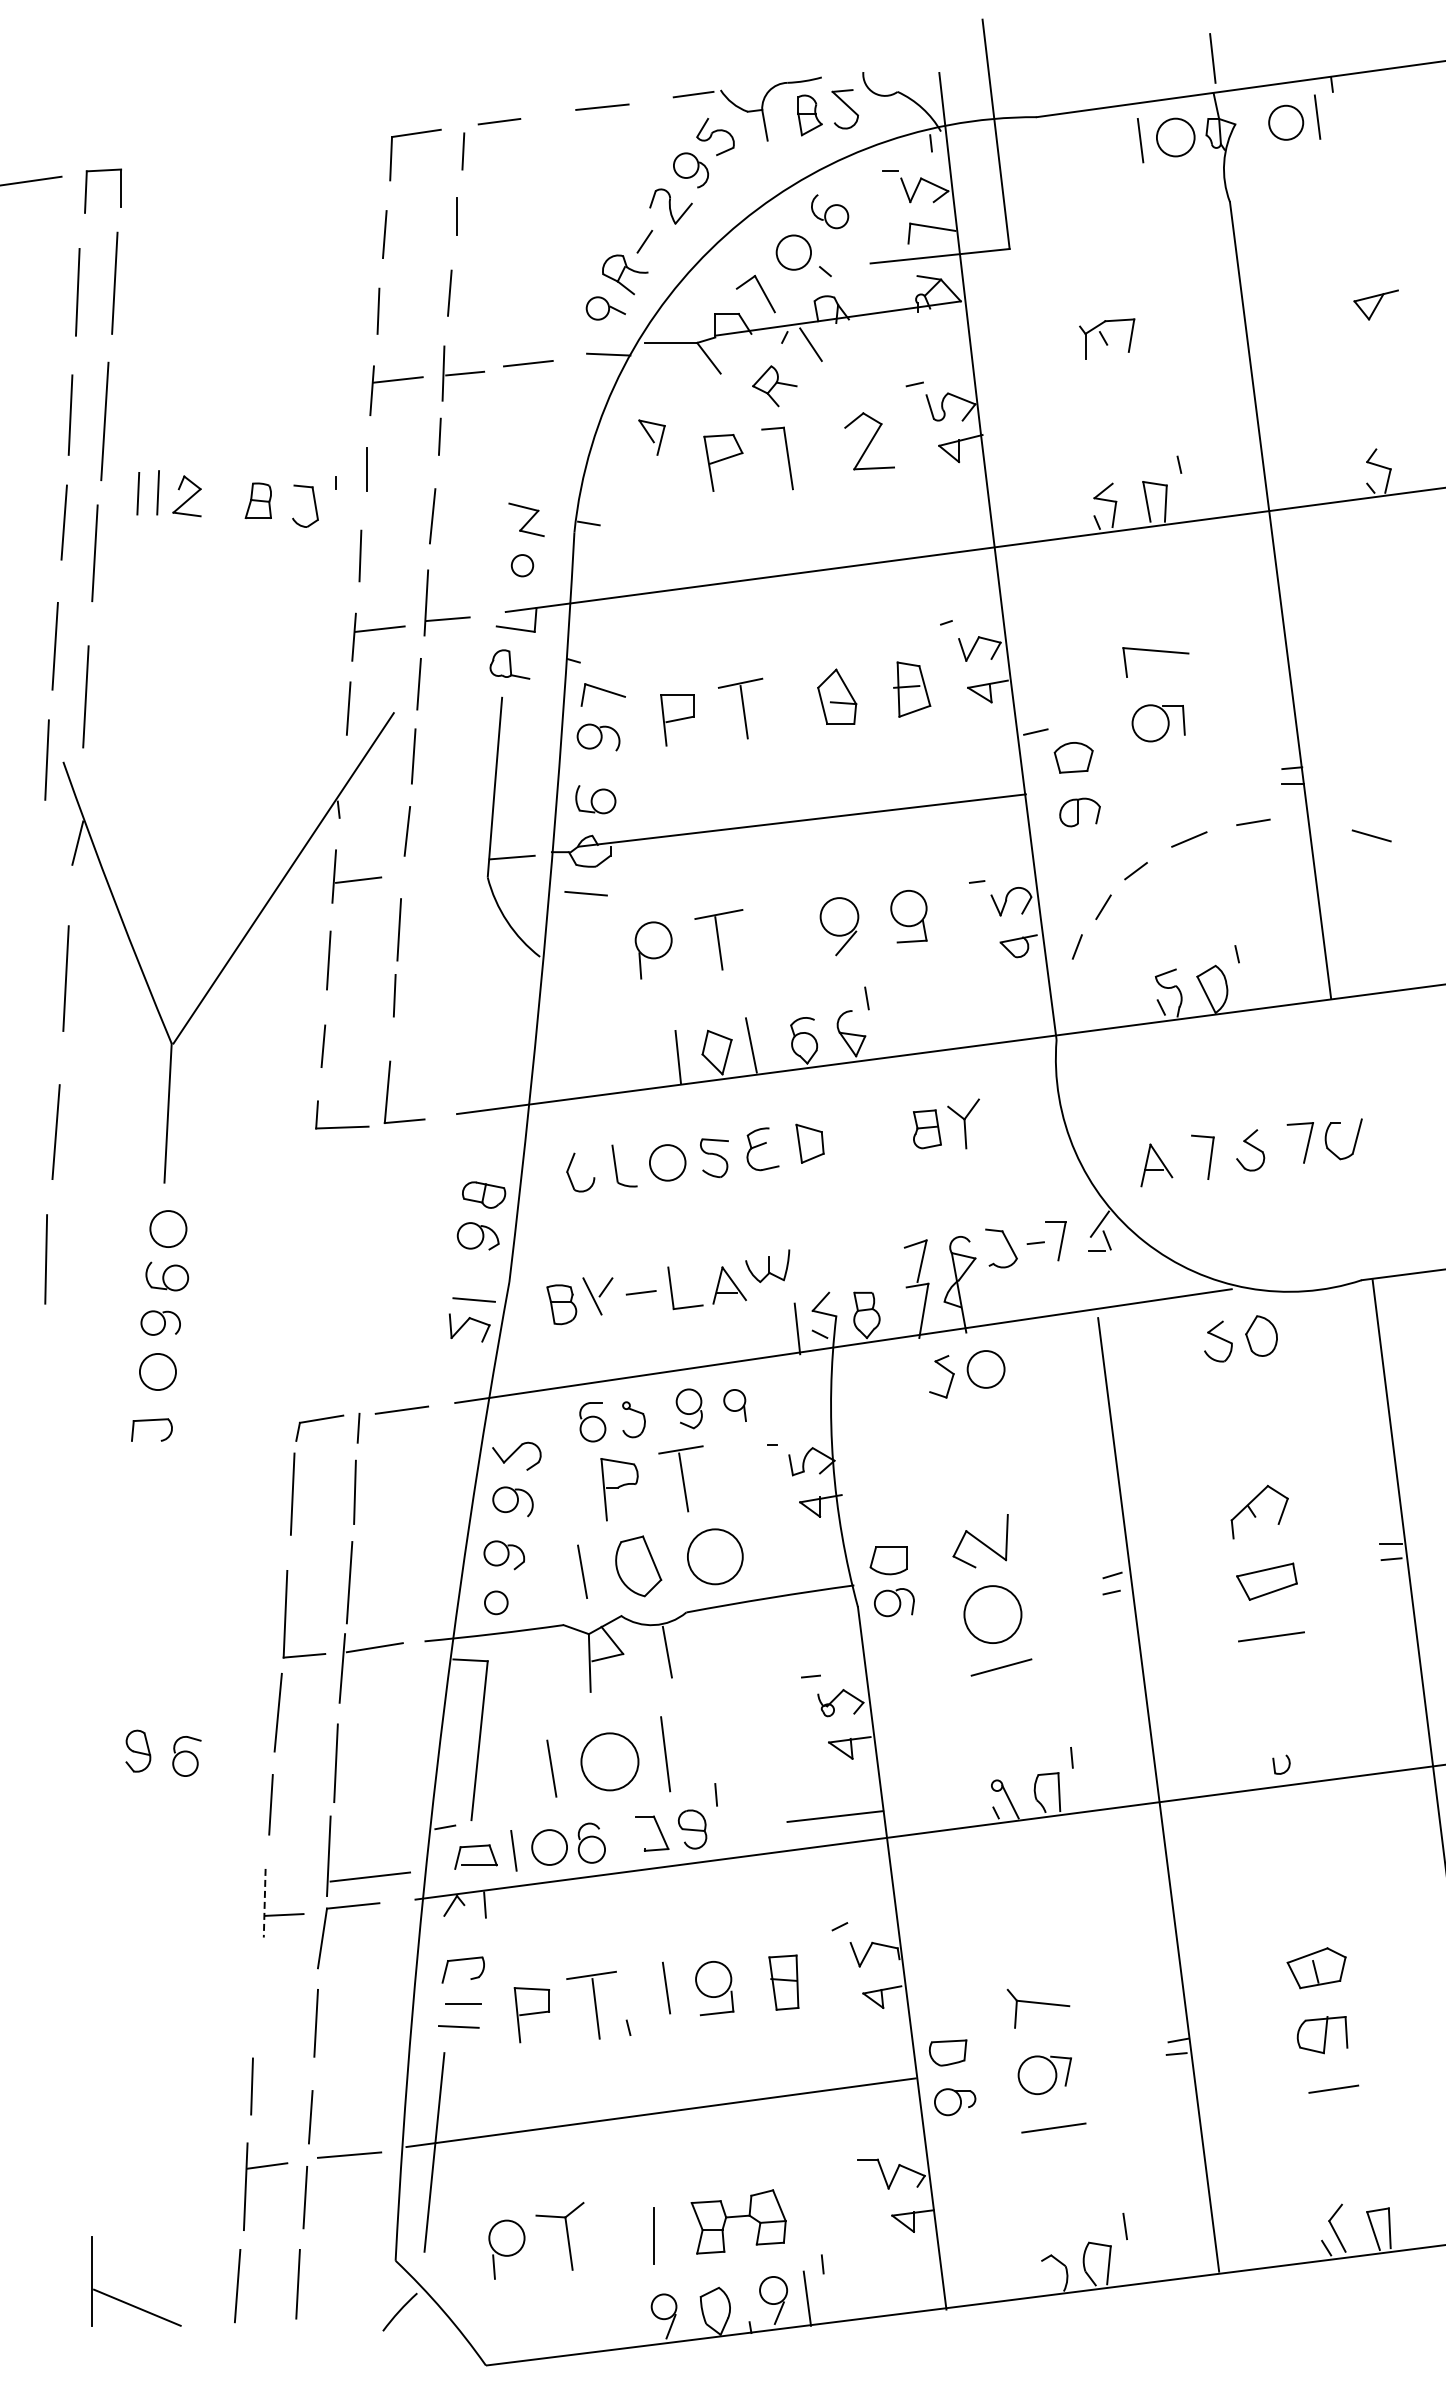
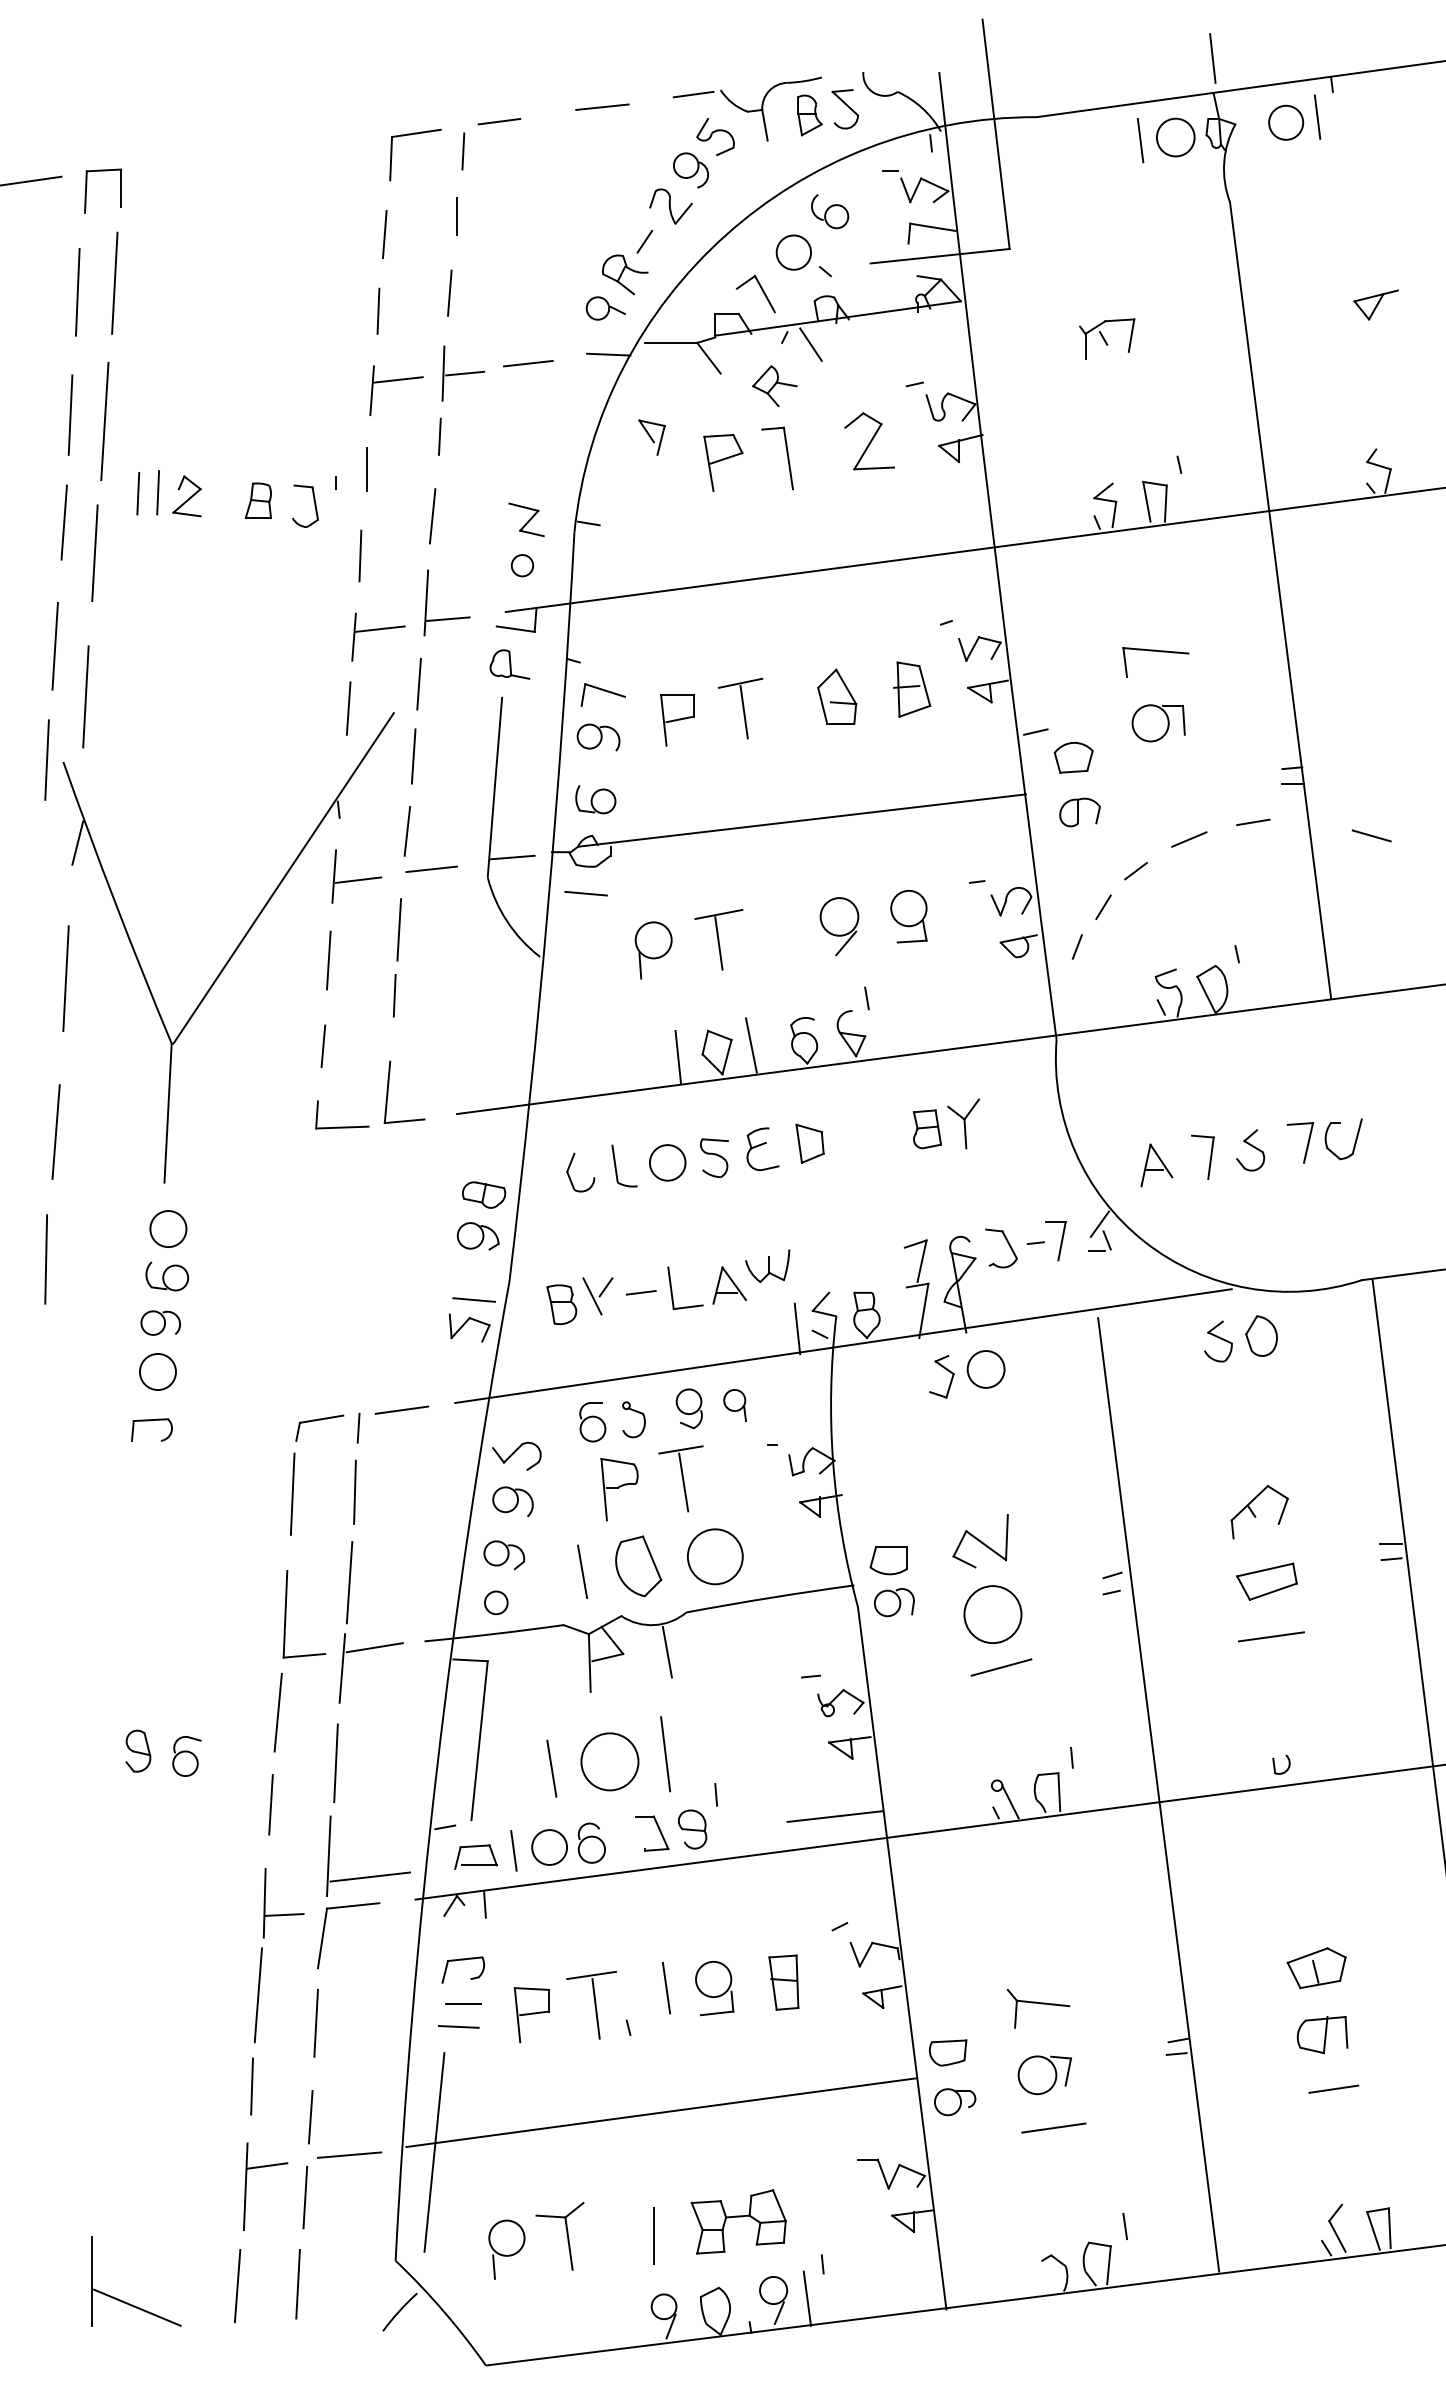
line at (431, 869): none -> present
line at (264, 1903): dashed -> solid
line at (258, 1995): none -> present
